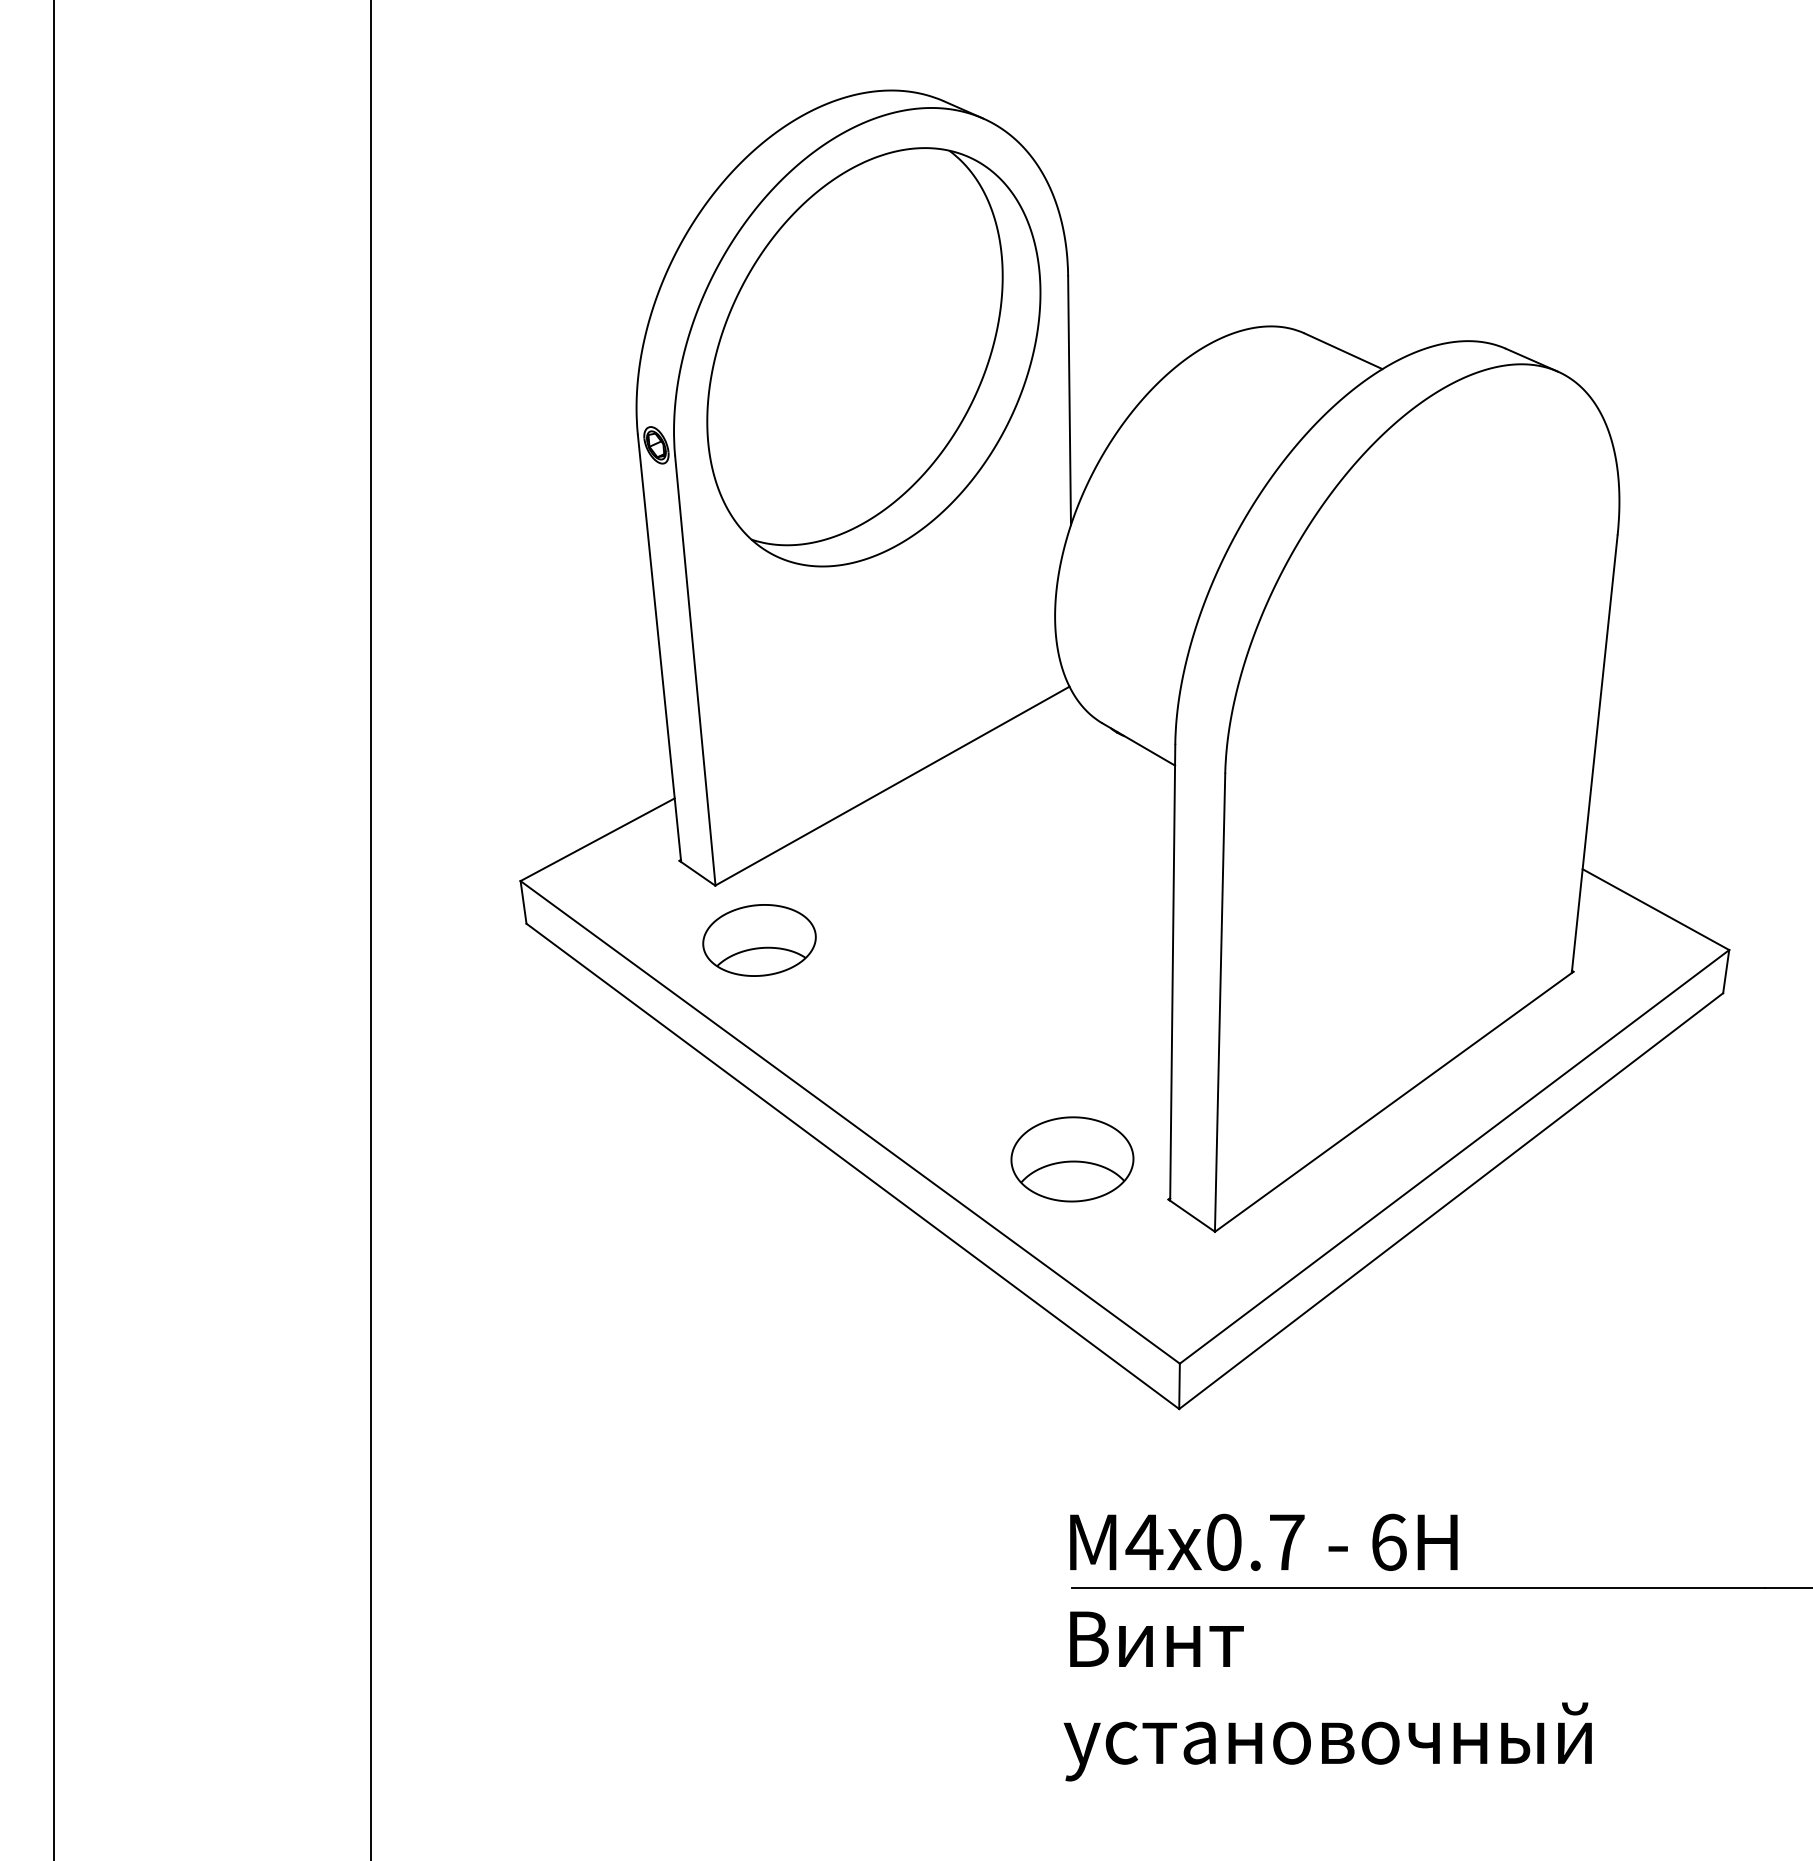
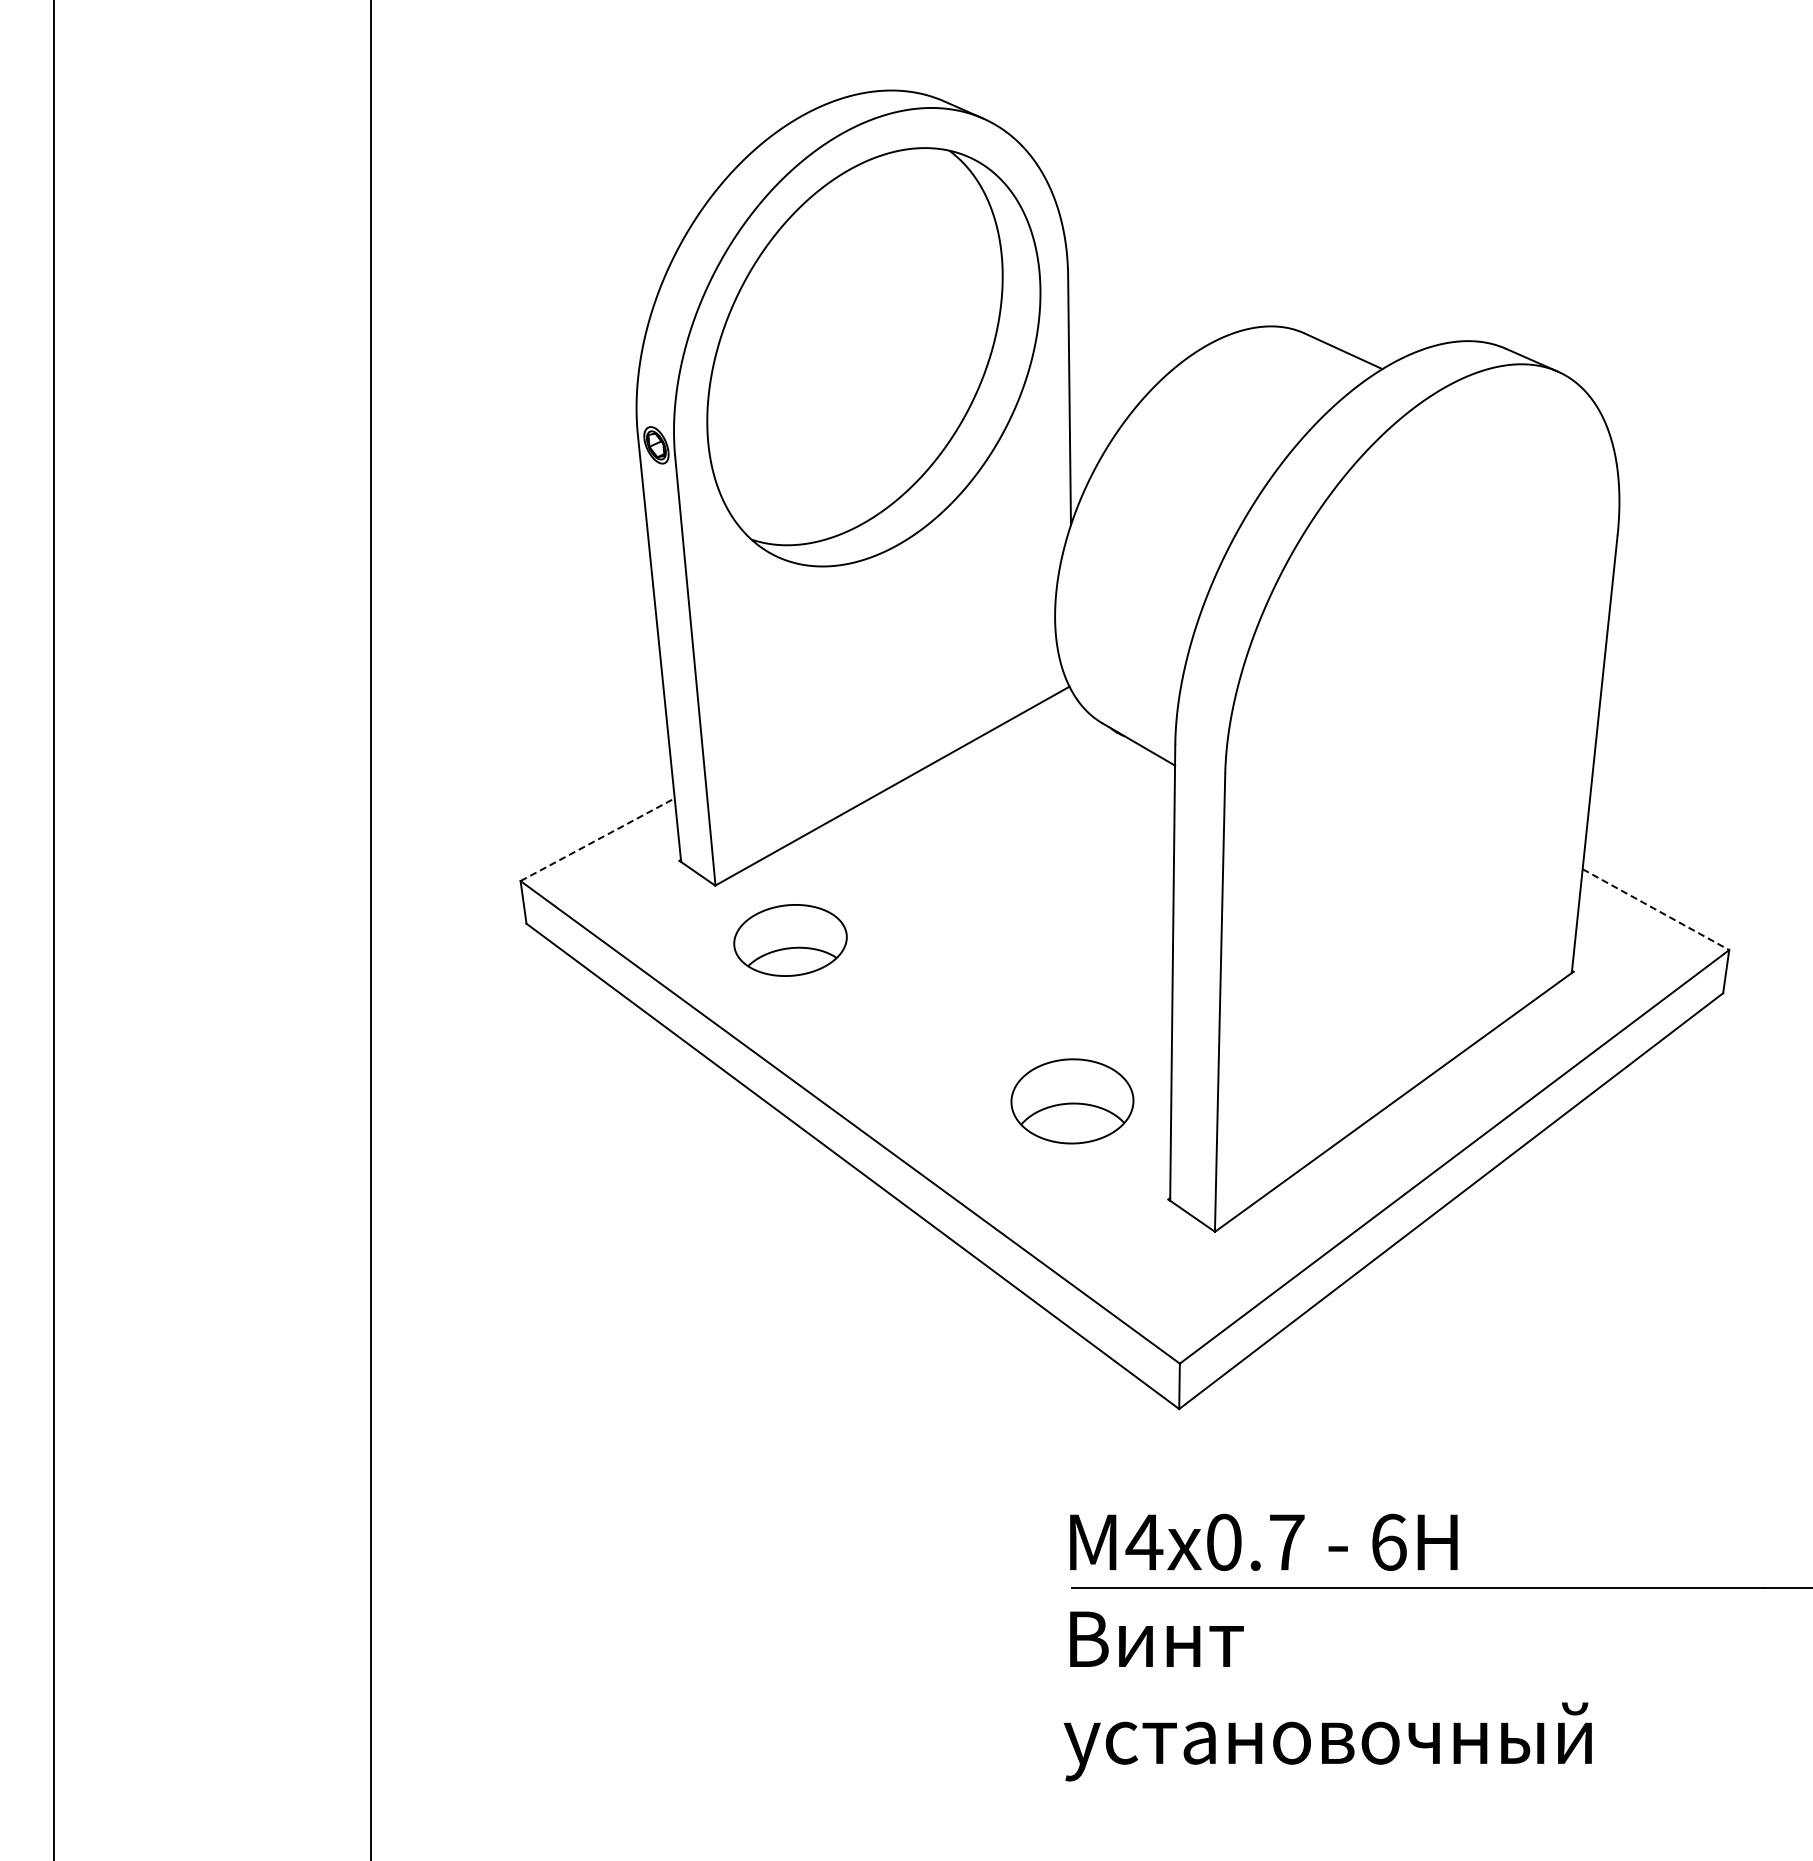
line at (598, 839): solid -> dashed
line at (1655, 909): solid -> dashed
part at (759, 940) position: (759, 940) -> (790, 940)
part at (1072, 1159) position: (1072, 1159) -> (1072, 1101)
